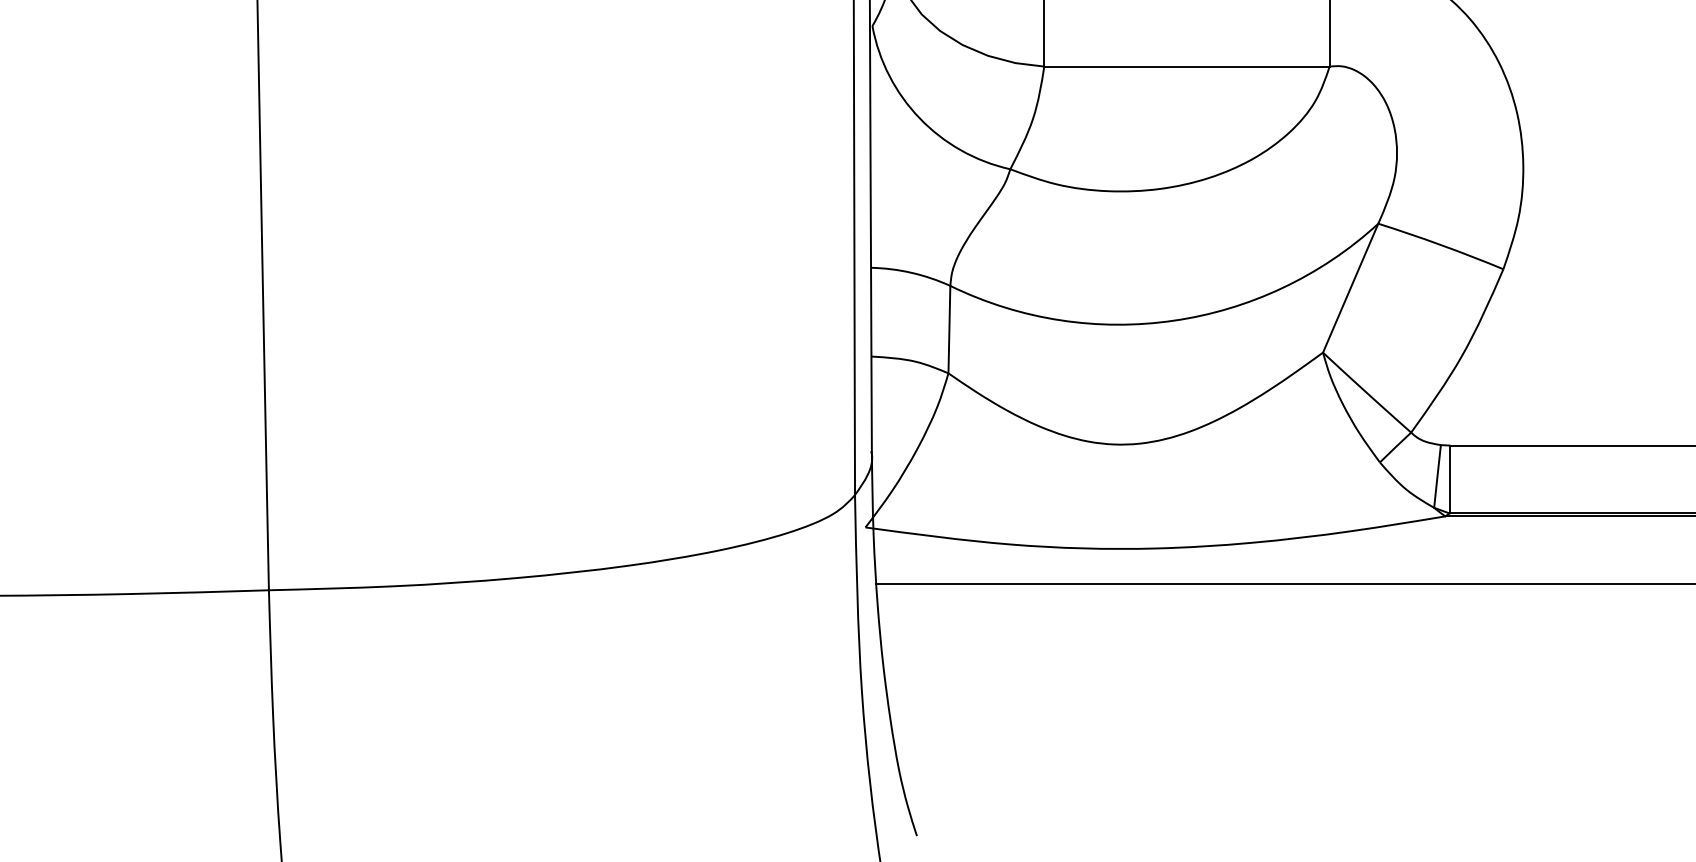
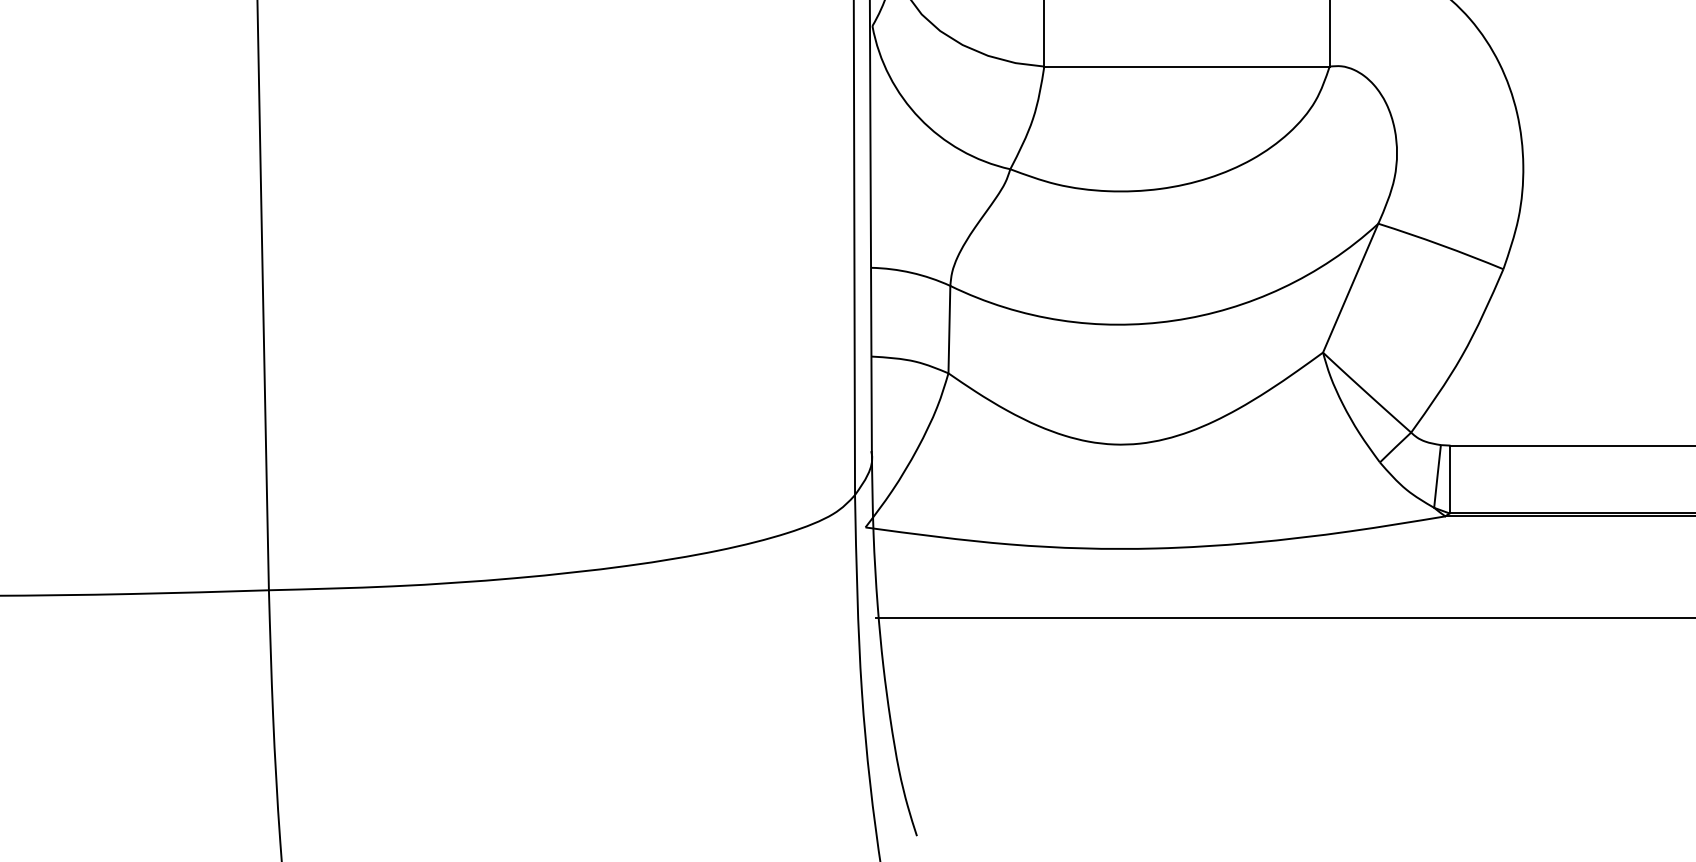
line at (1284, 583) position: (1284, 583) -> (1284, 617)
